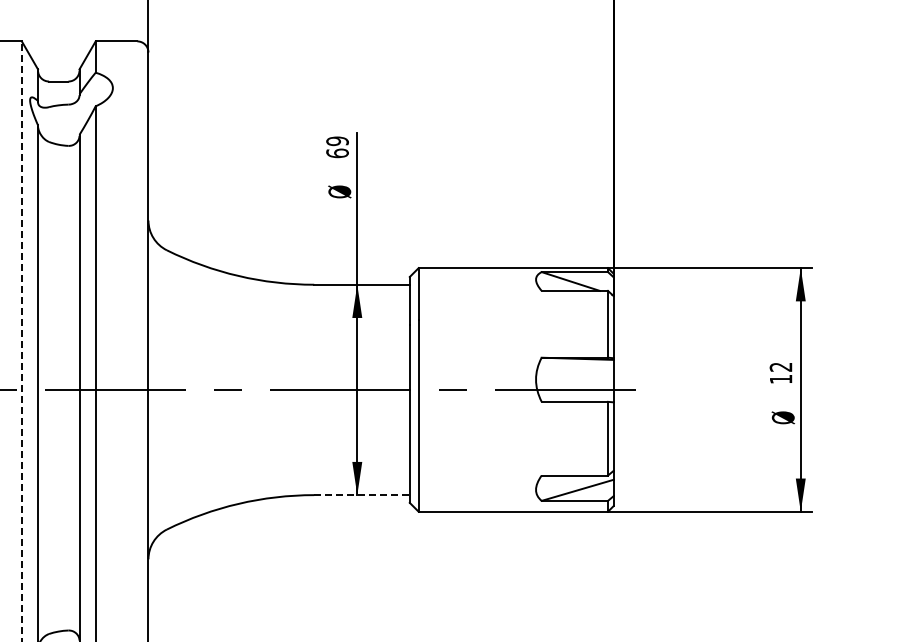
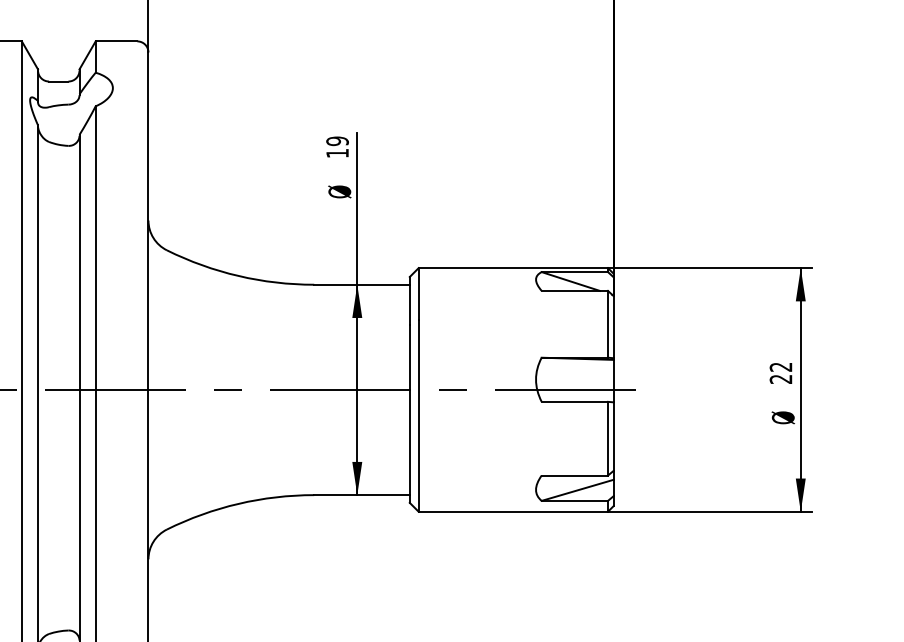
text at (337, 153): 69 -> 19
line at (21, 340): dashed -> solid
text at (780, 379): 12 -> 22
line at (362, 495): dashed -> solid
